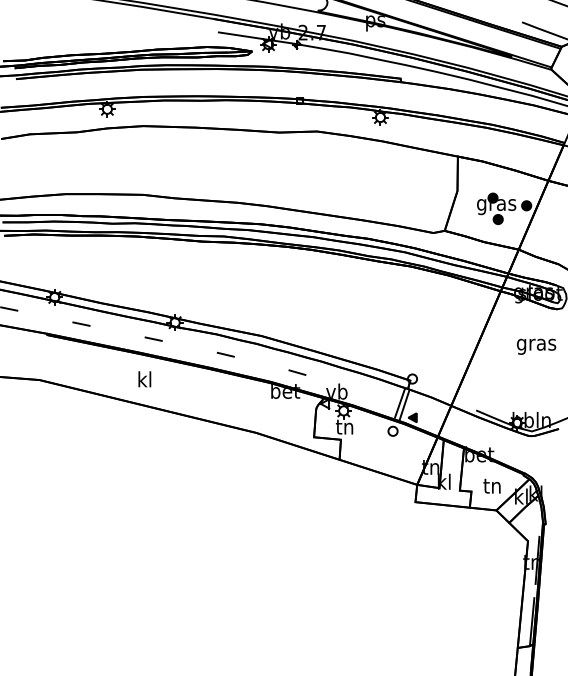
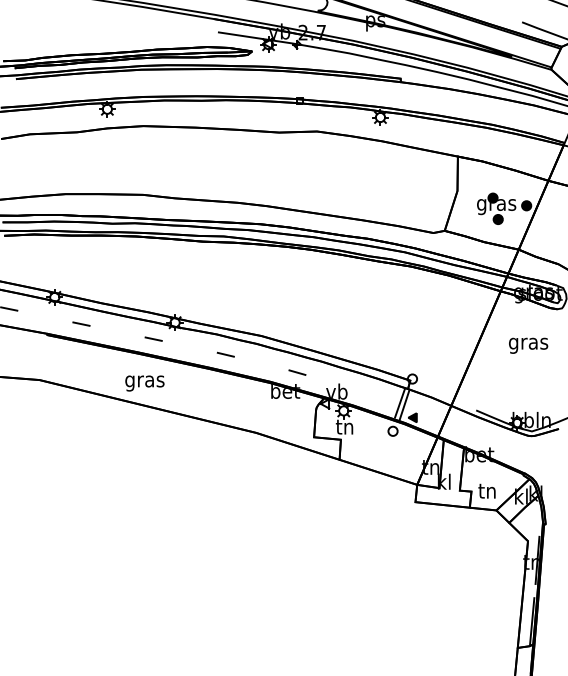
text at (536, 346) position: (536, 346) -> (528, 345)
text at (144, 381): kl -> gras
text at (491, 485) position: (491, 485) -> (486, 490)
